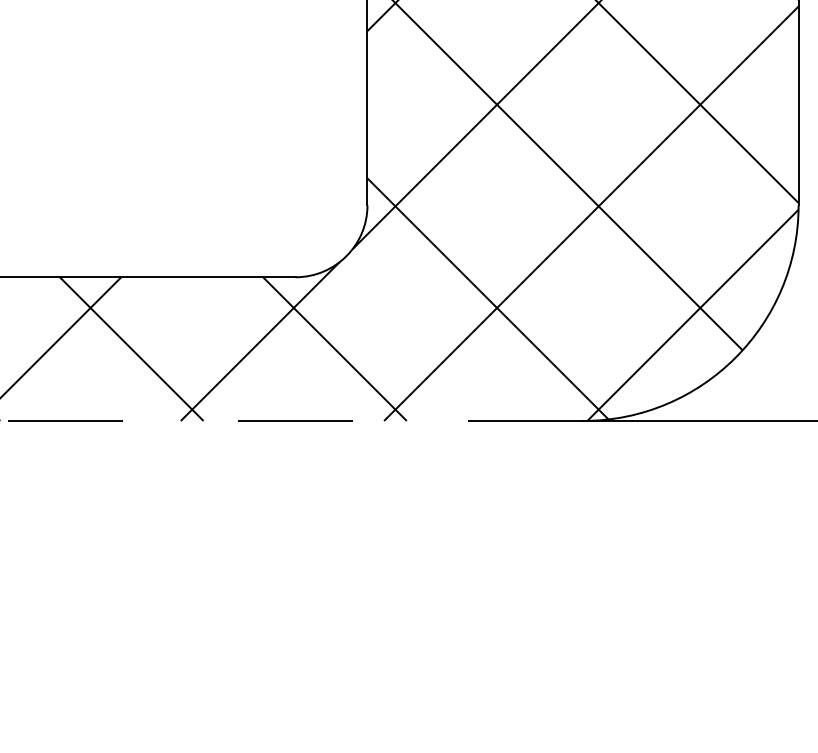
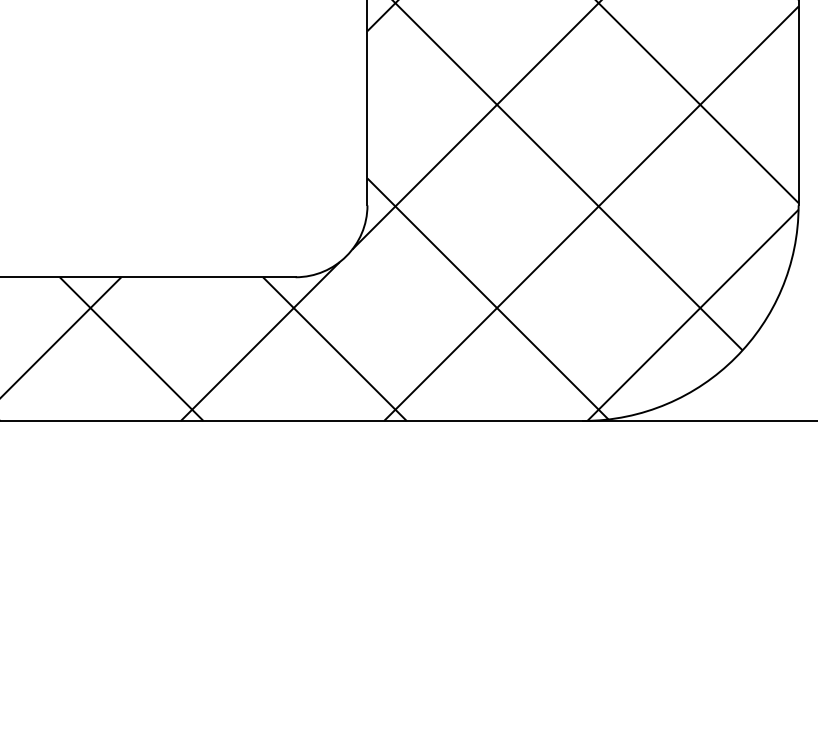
line at (291, 420): dashed -> solid
